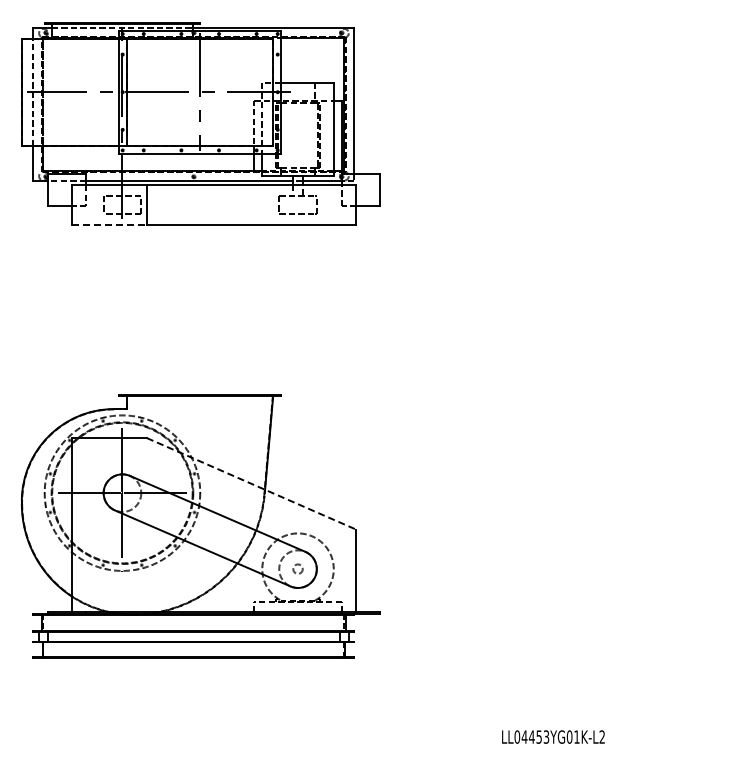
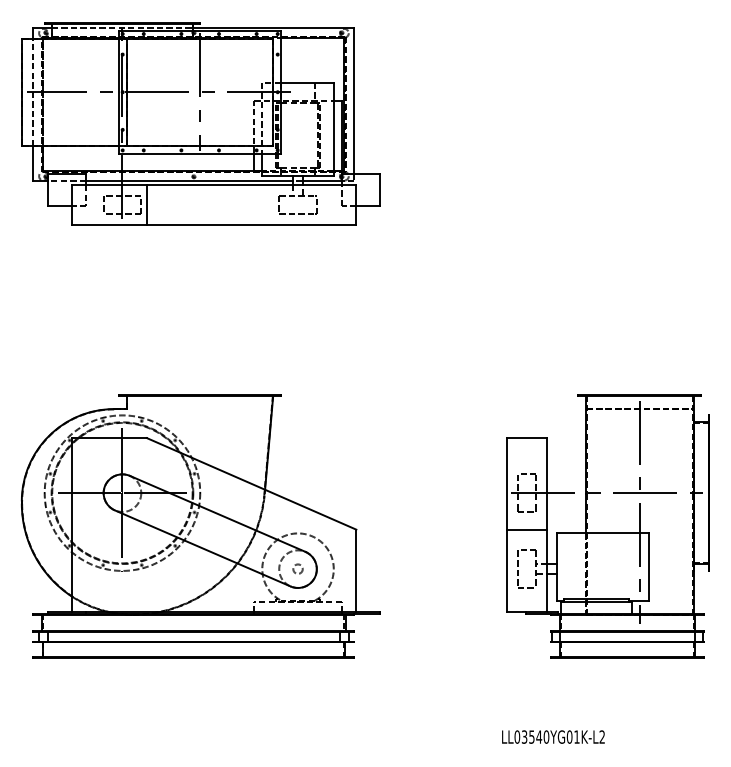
line at (109, 225): dashed -> solid
line at (252, 484): dashed -> solid
part at (607, 526): none -> present
text at (535, 736): LL04453YG01K-L2 -> LL03540YG01K-L2
